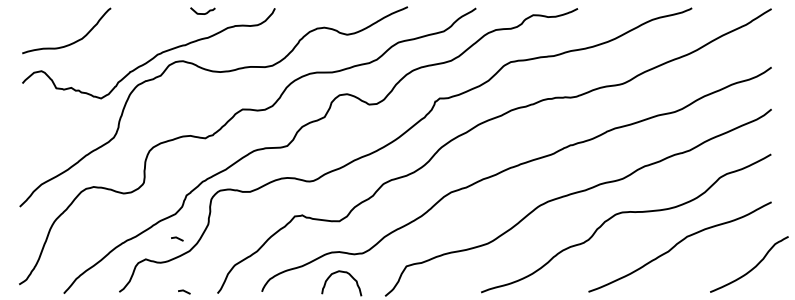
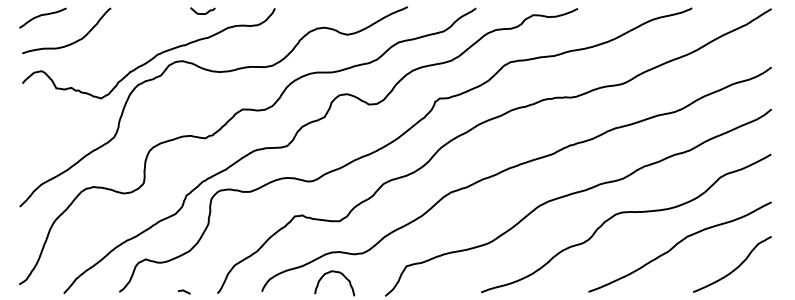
curve at (41, 16): none -> present
line at (177, 238): present -> none
curve at (751, 268) position: (751, 268) -> (734, 268)
curve at (345, 273) position: (345, 273) -> (338, 273)
